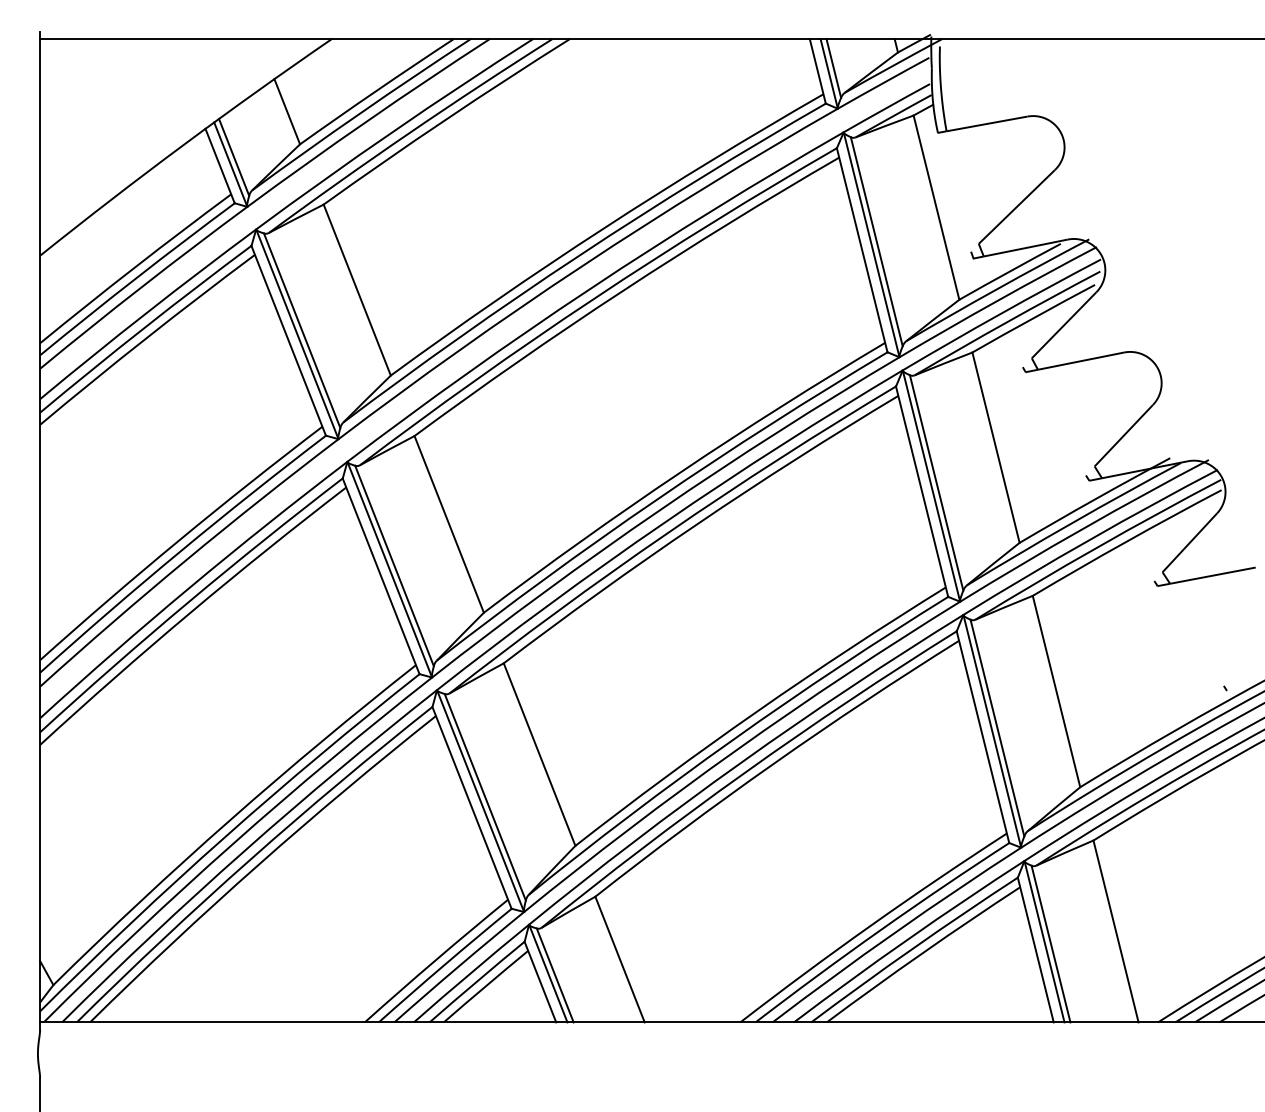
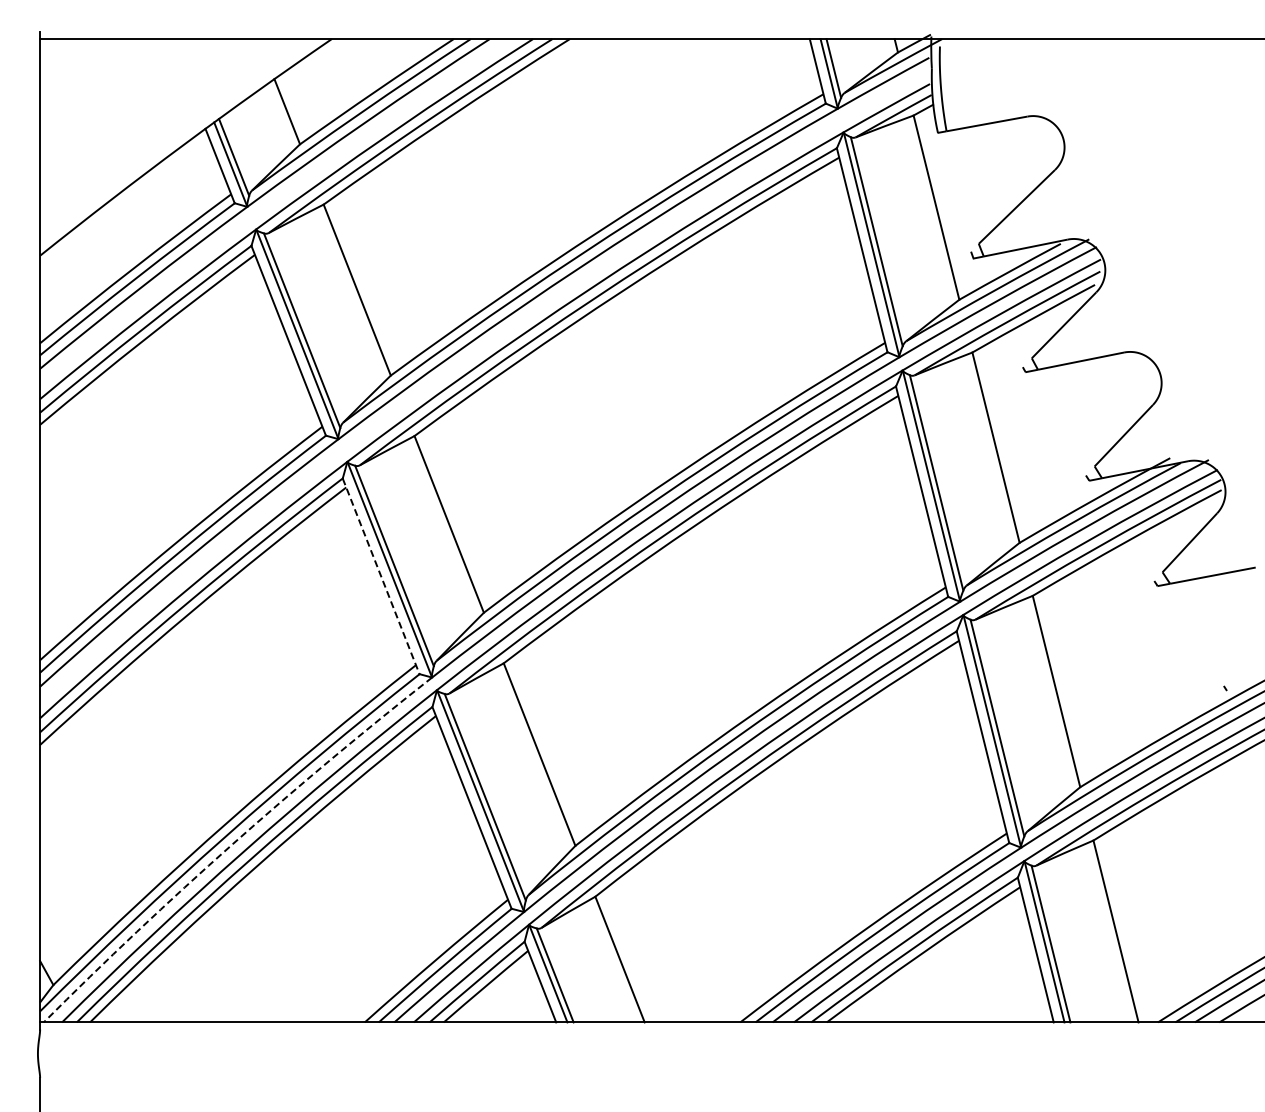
line at (381, 576): solid -> dashed
arc at (232, 844): solid -> dashed
